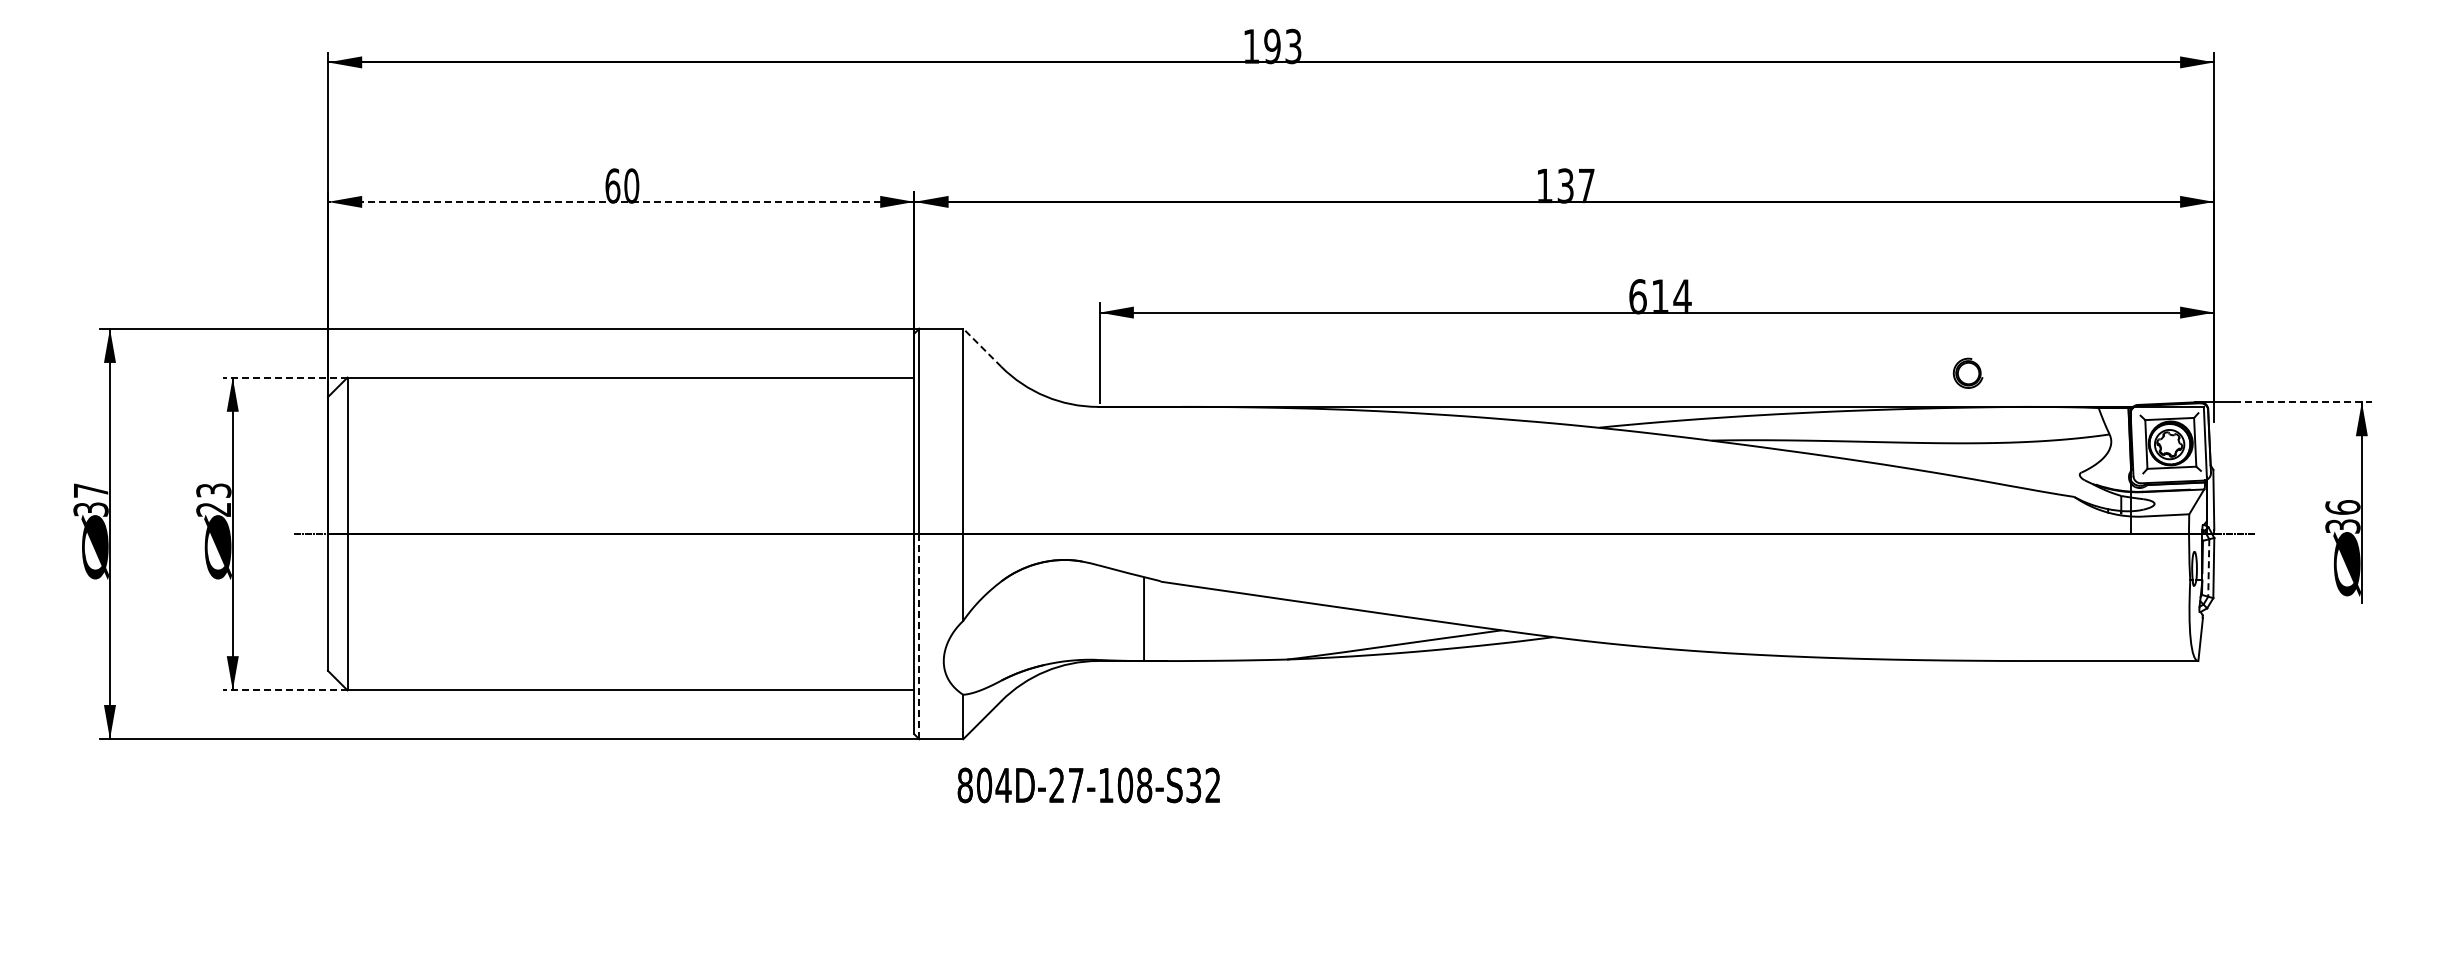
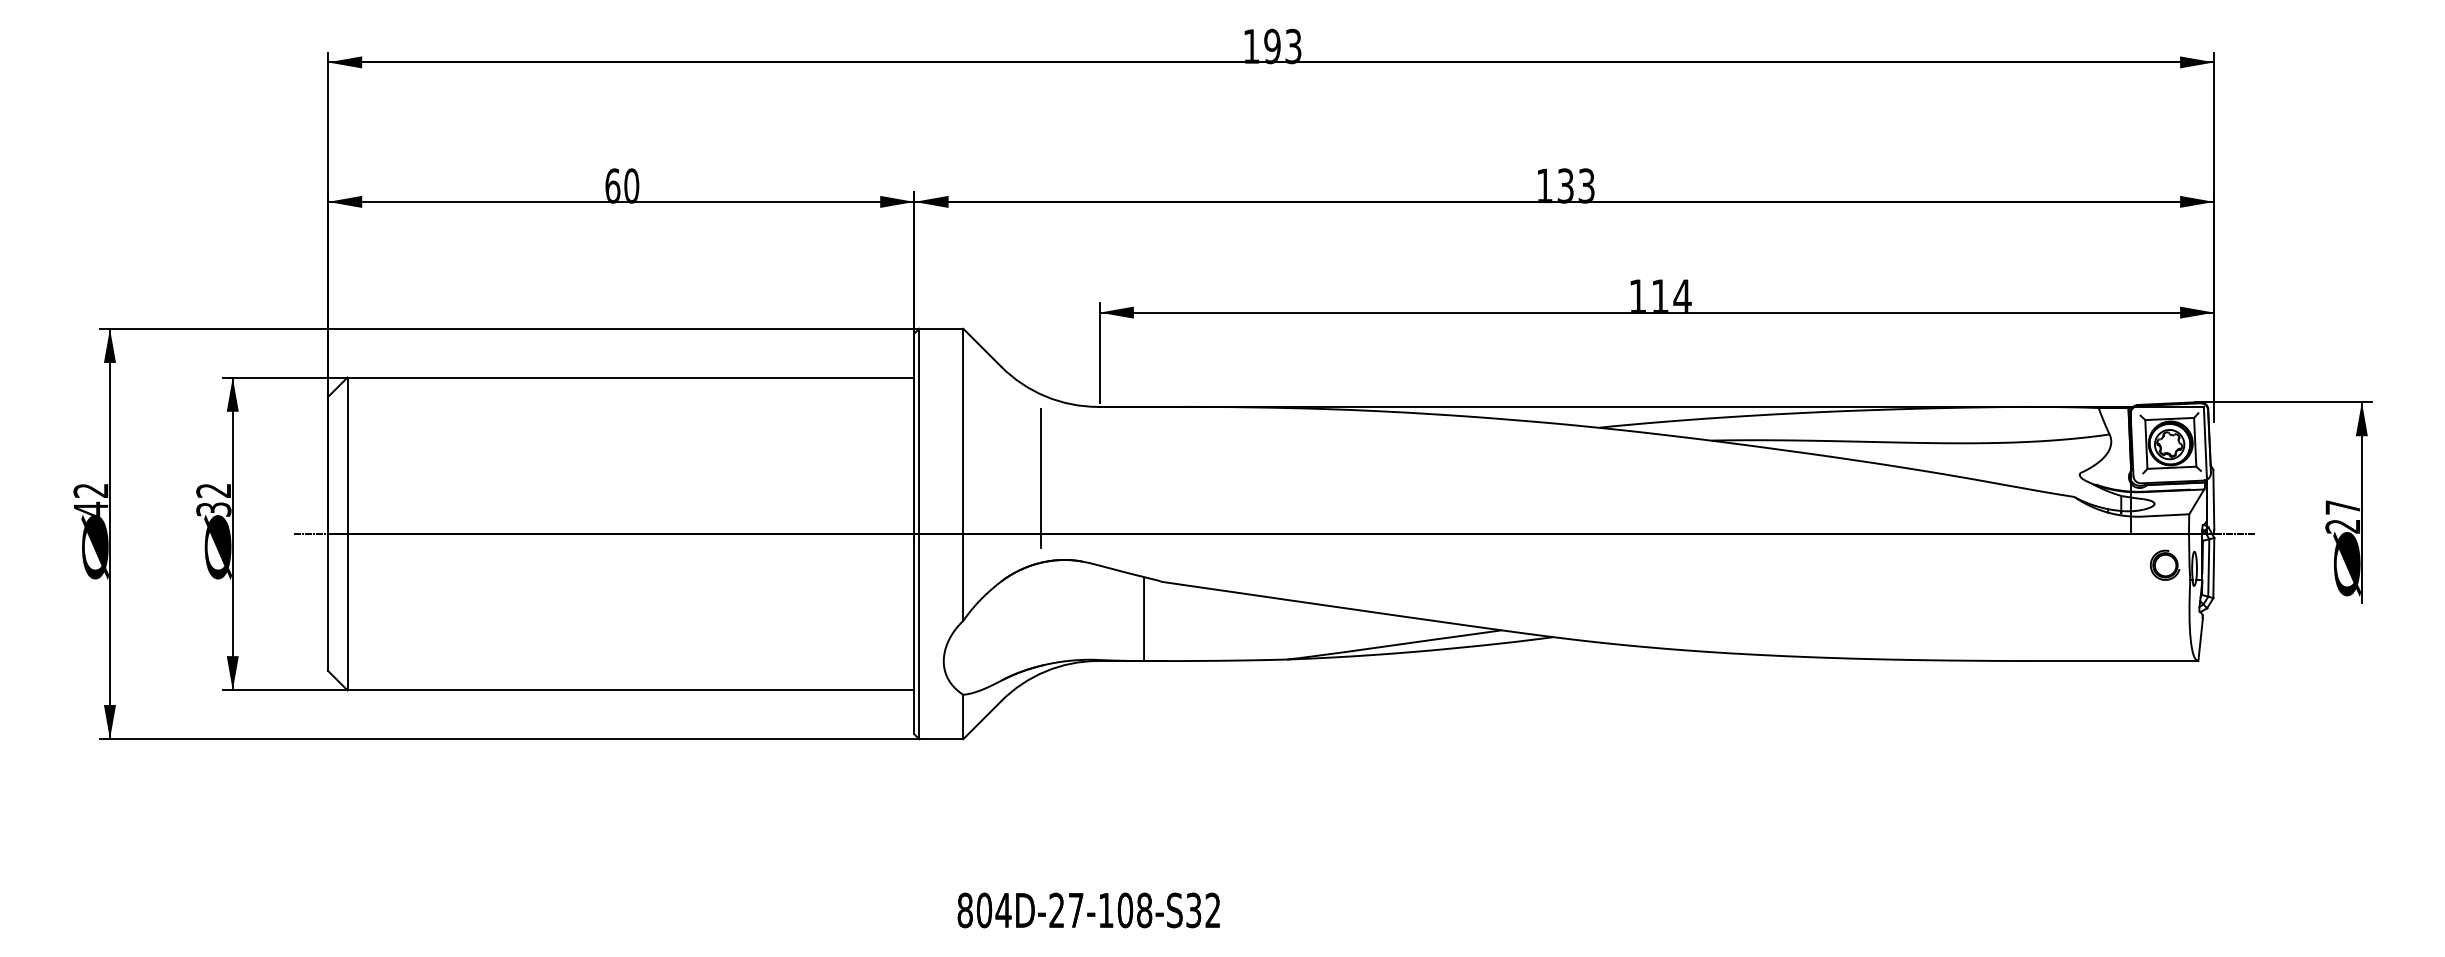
text at (1586, 185): 137 -> 133
line at (620, 201): dashed -> solid
text at (1637, 296): 614 -> 114
line at (982, 347): dashed -> solid
part at (1967, 372) position: (1967, 372) -> (2164, 564)
line at (284, 377): dashed -> solid
line at (2302, 402): dashed -> solid
line at (1041, 478): none -> present
text at (90, 499): 37 -> 42
text at (213, 499): 23 -> 32
text at (2342, 516): 36 -> 27
line at (2208, 567): dashed -> solid
line at (919, 636): dashed -> solid
line at (284, 690): dashed -> solid
text at (1088, 785) position: (1088, 785) -> (1088, 910)
